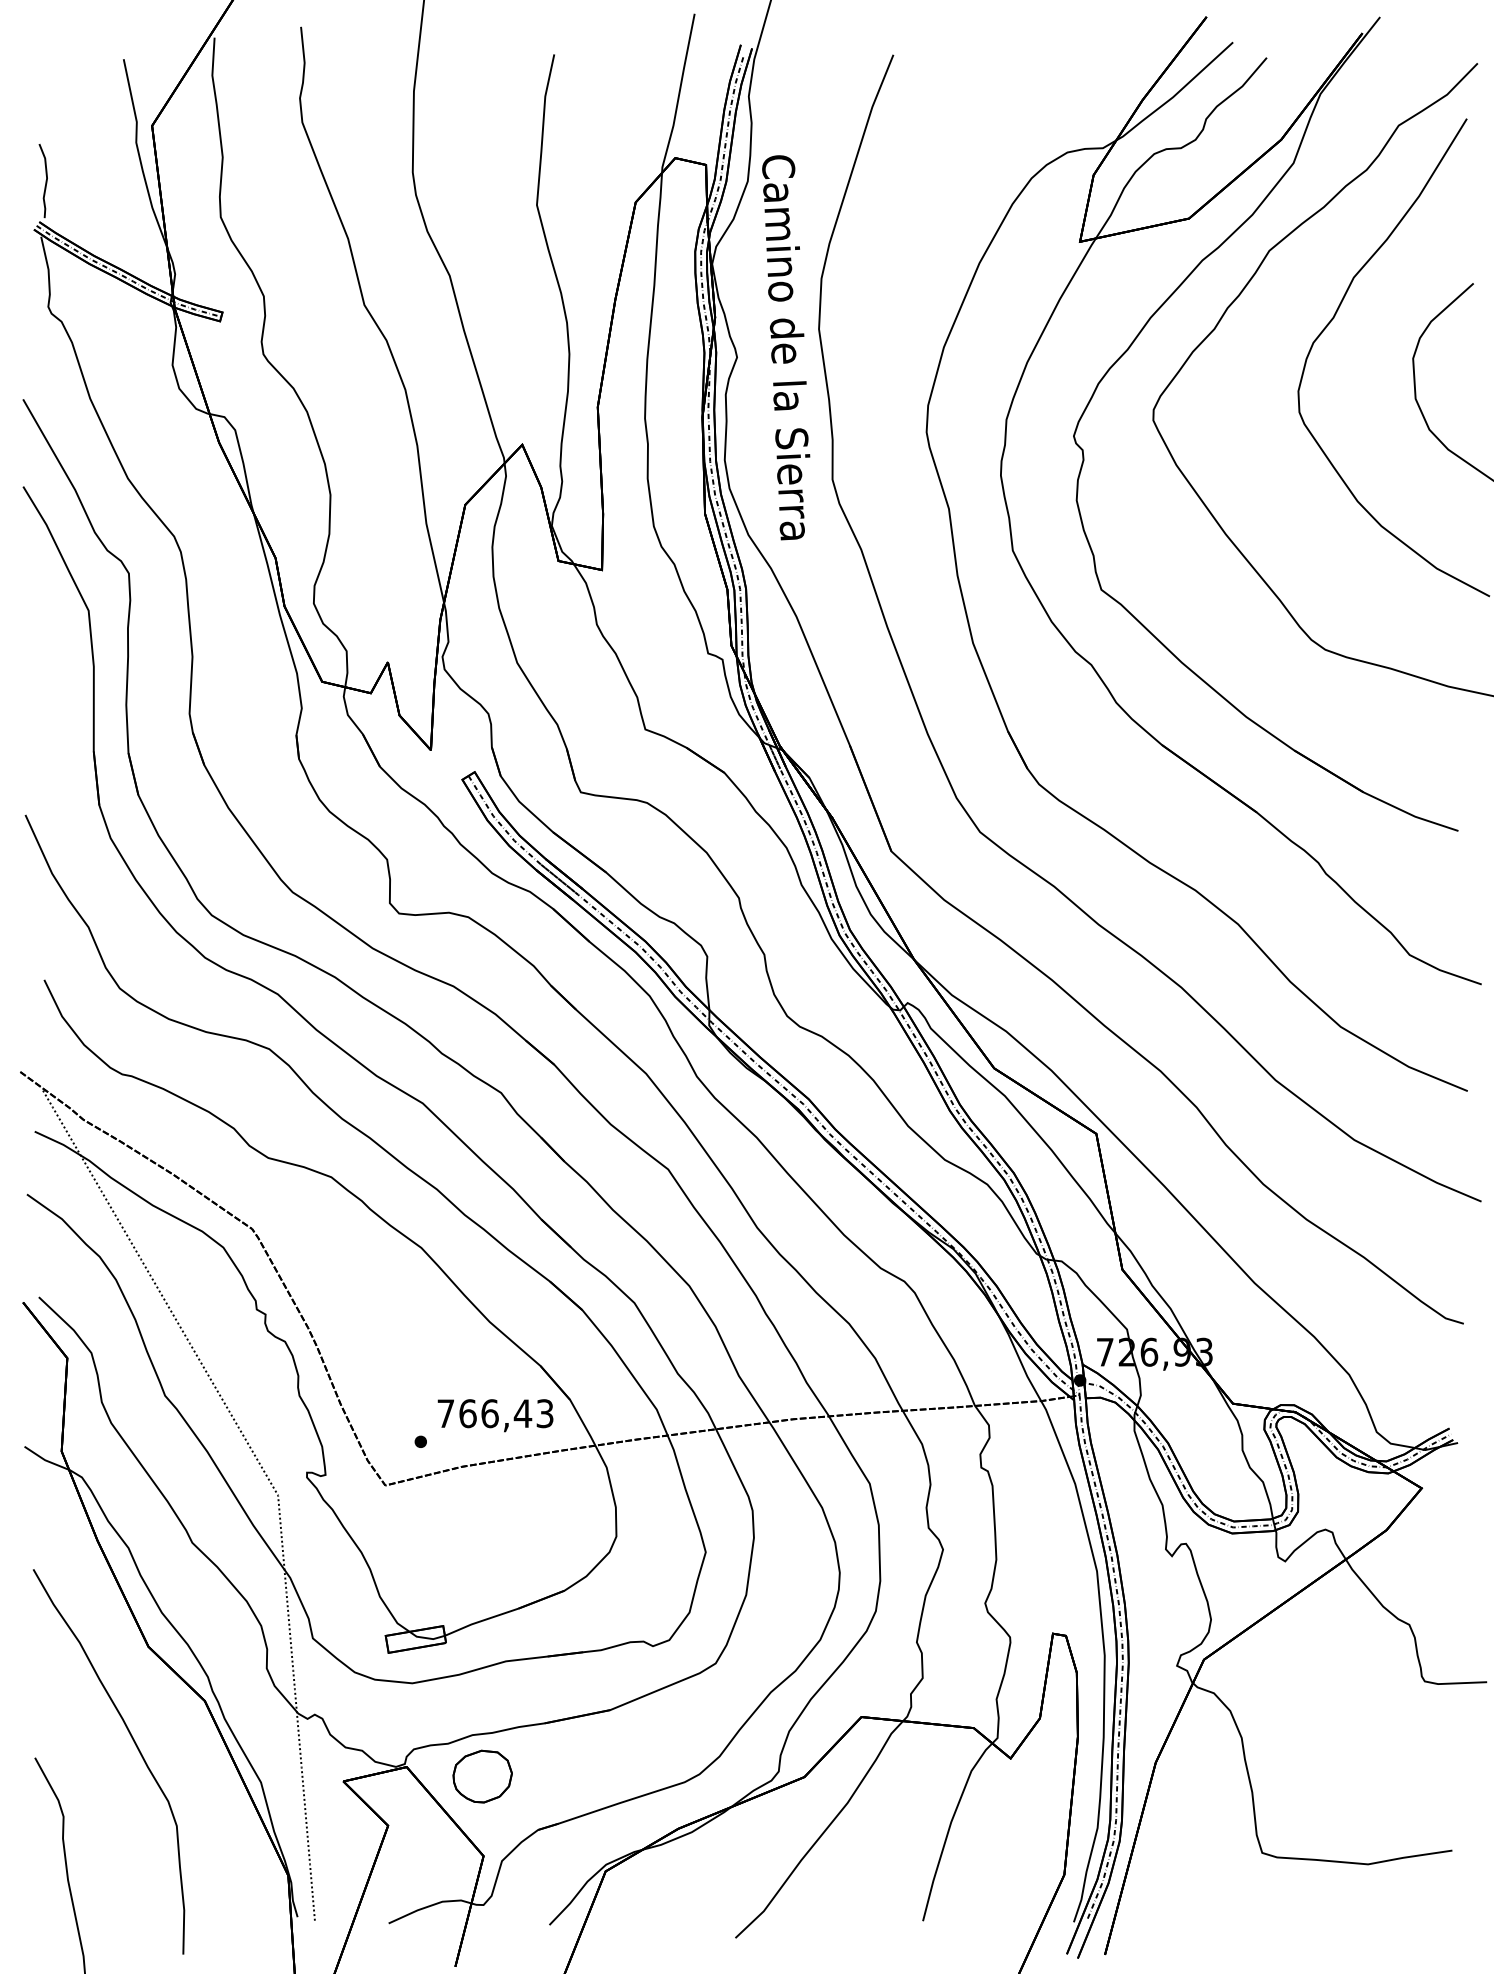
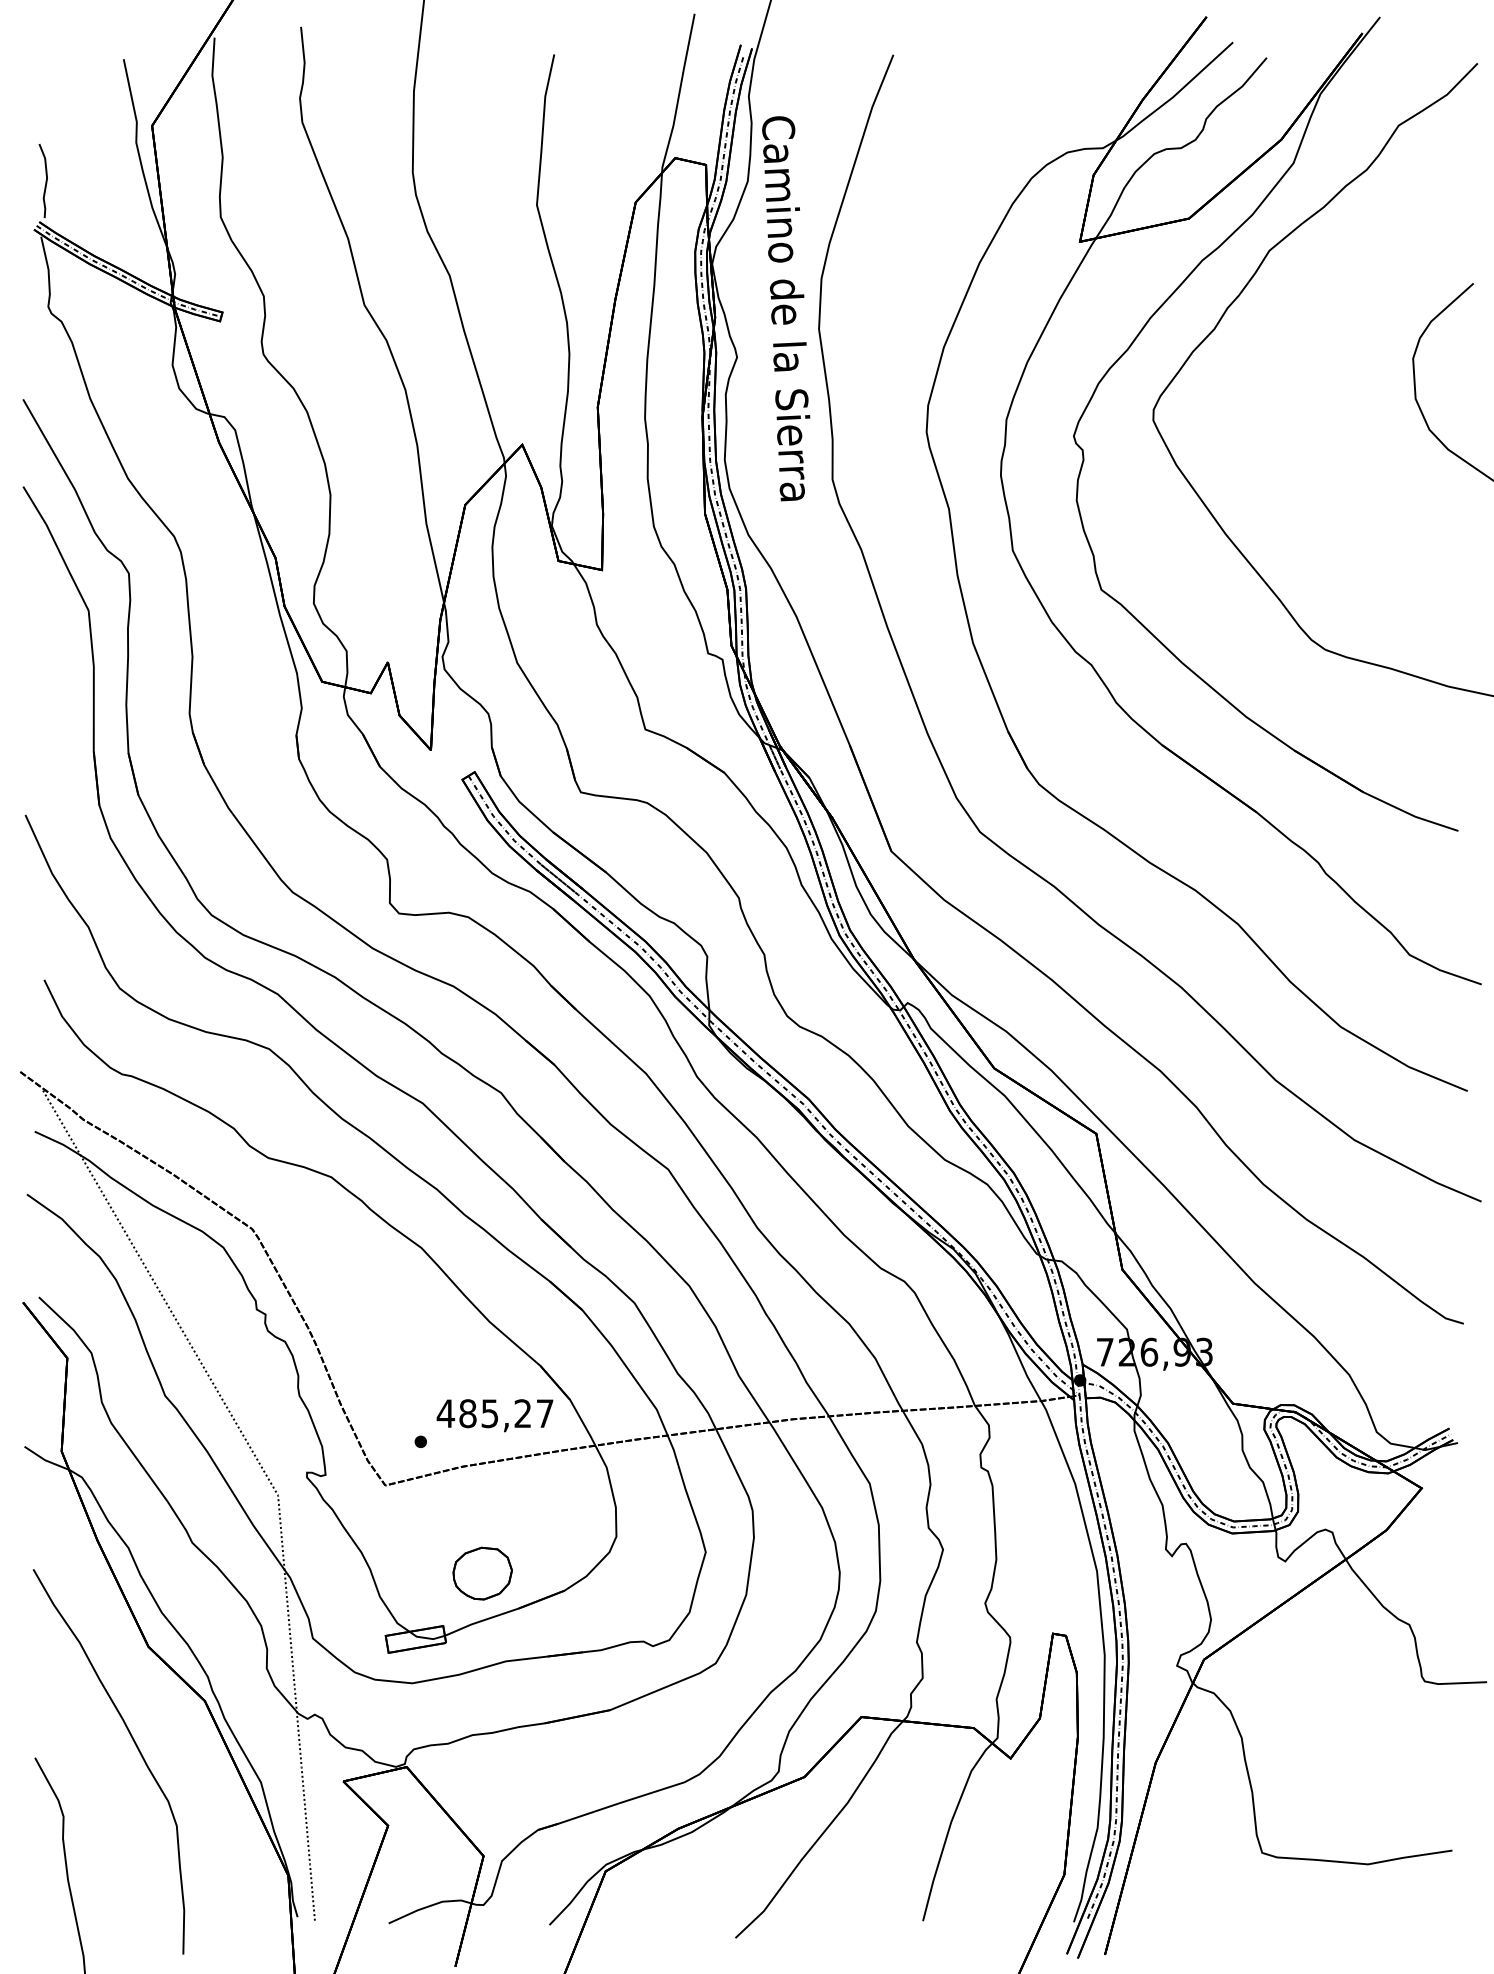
curve at (1334, 318): present -> none
text at (786, 347) position: (786, 347) -> (786, 308)
text at (494, 1413): 766,43 -> 485,27
part at (482, 1776) position: (482, 1776) -> (482, 1573)
